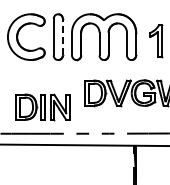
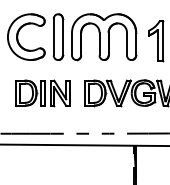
line at (62, 36): dashed -> solid
part at (156, 41) size: 15x35 px -> 17x43 px
part at (42, 107) position: (42, 107) -> (42, 93)
